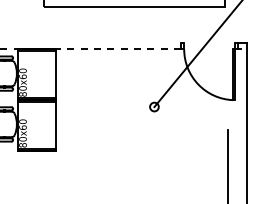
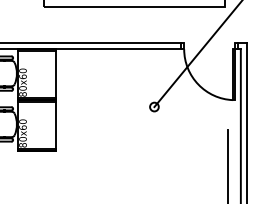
line at (91, 42): none -> present
line at (90, 49): dashed -> solid
line at (240, 124): none -> present
